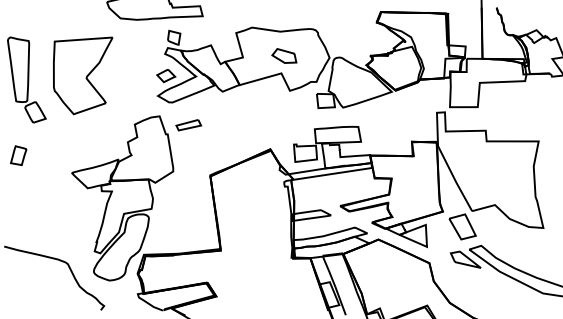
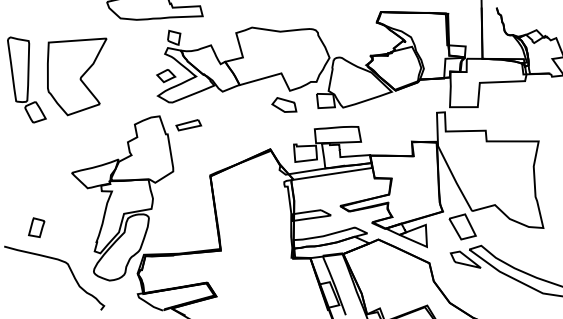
part at (284, 55) position: (284, 55) -> (284, 104)
part at (83, 75) position: (83, 75) -> (77, 76)
part at (18, 155) position: (18, 155) -> (36, 227)
